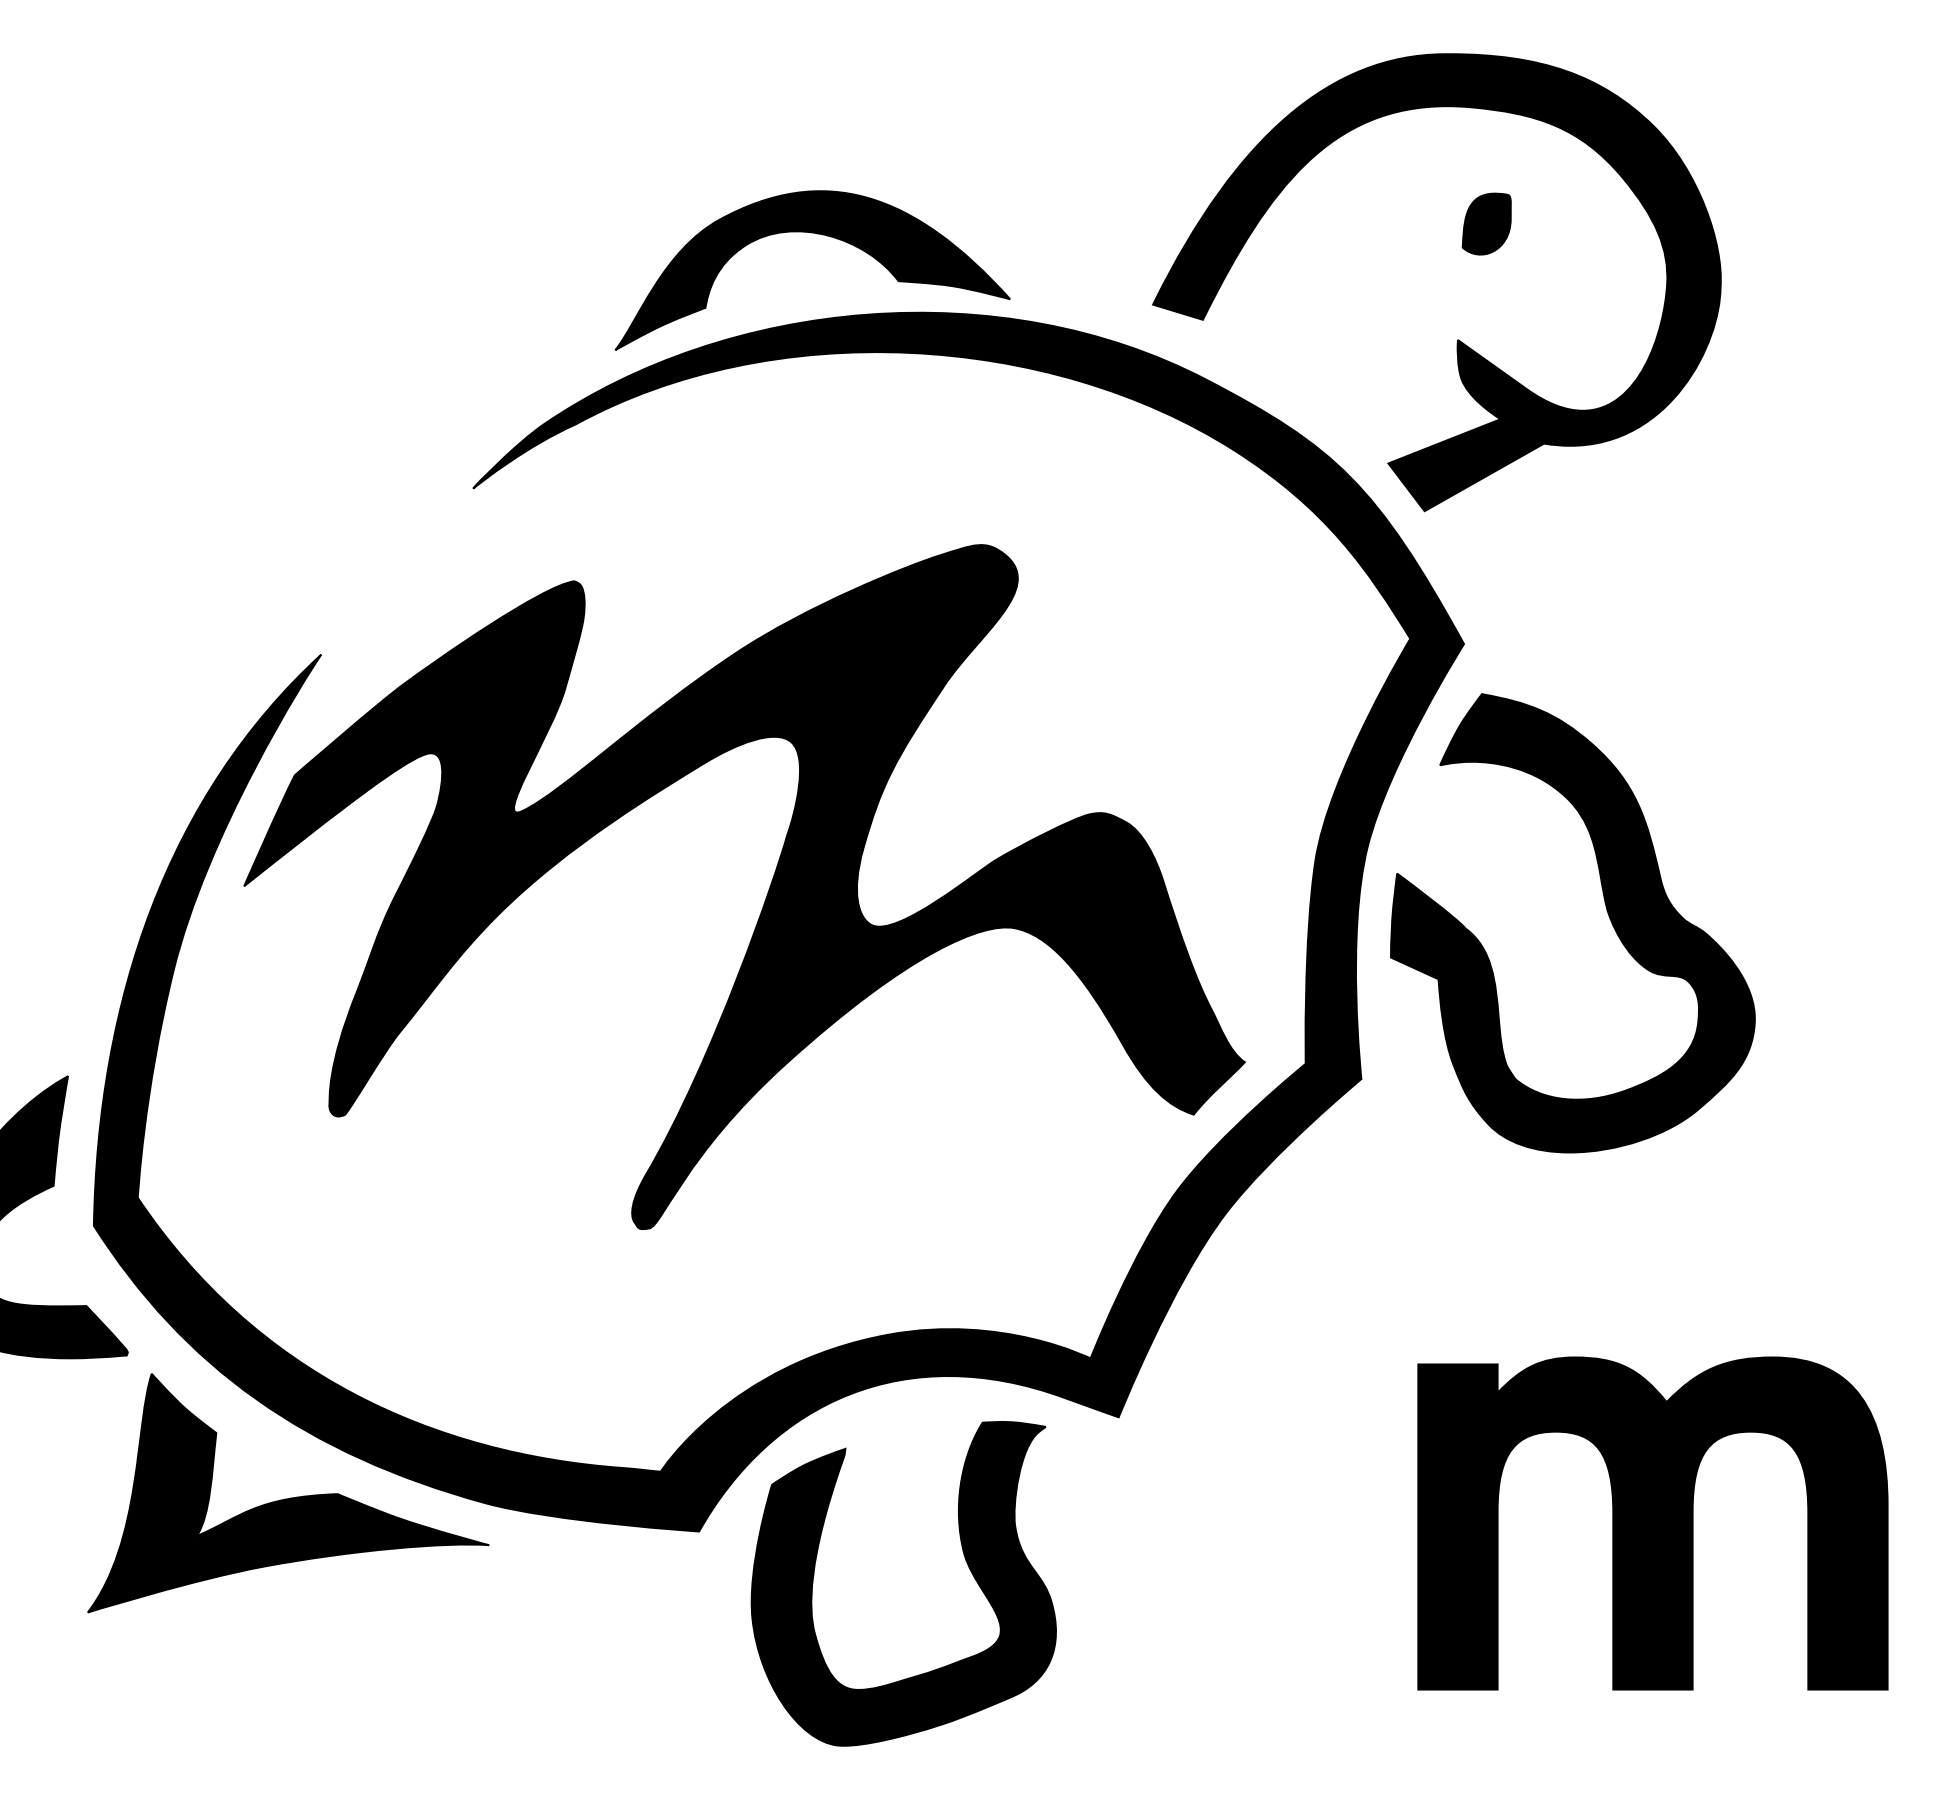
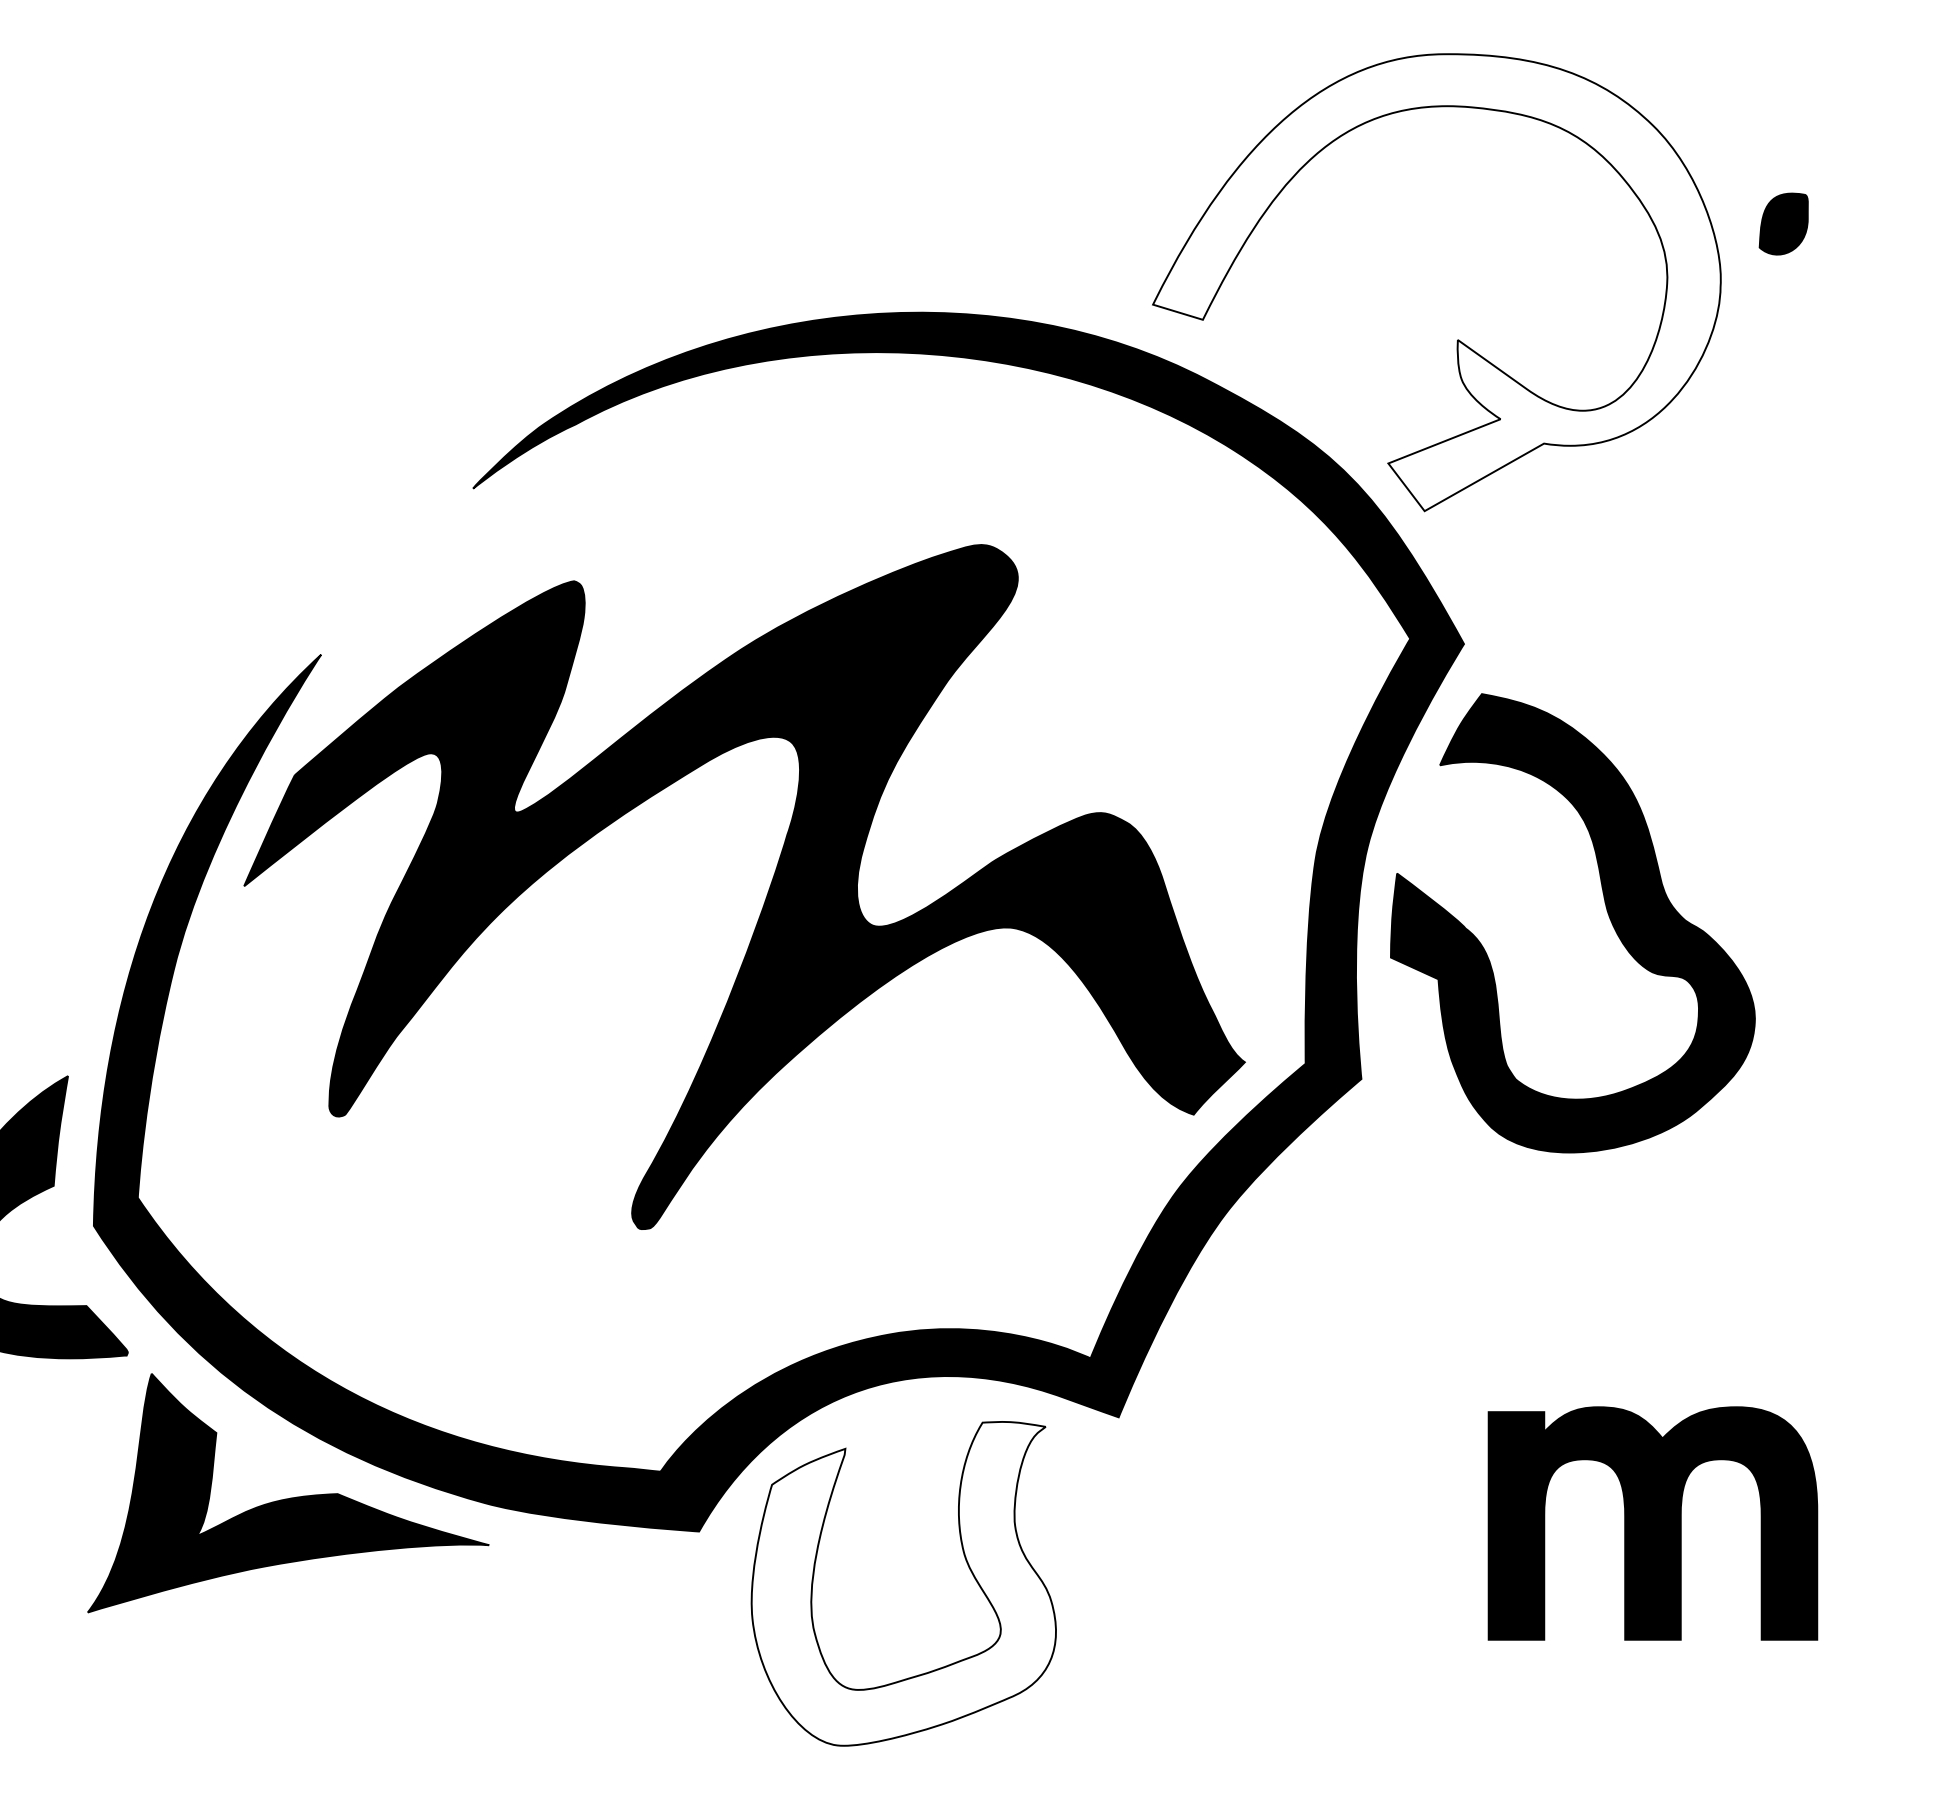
part at (1486, 223) position: (1486, 223) -> (1783, 223)
part at (817, 234): present -> none
fill at (1436, 282): present -> none
part at (1652, 1523) size: 472x335 px -> 332x235 px
fill at (903, 1583): present -> none
